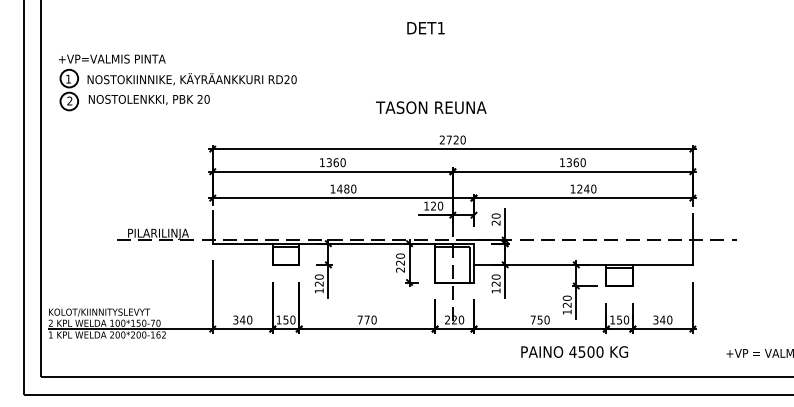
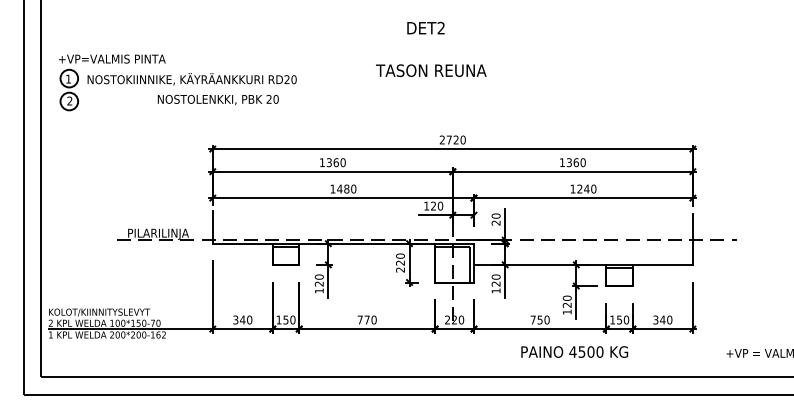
text at (440, 27): DET1 -> DET2
text at (148, 99) position: (148, 99) -> (217, 99)
text at (431, 107) position: (431, 107) -> (431, 70)
